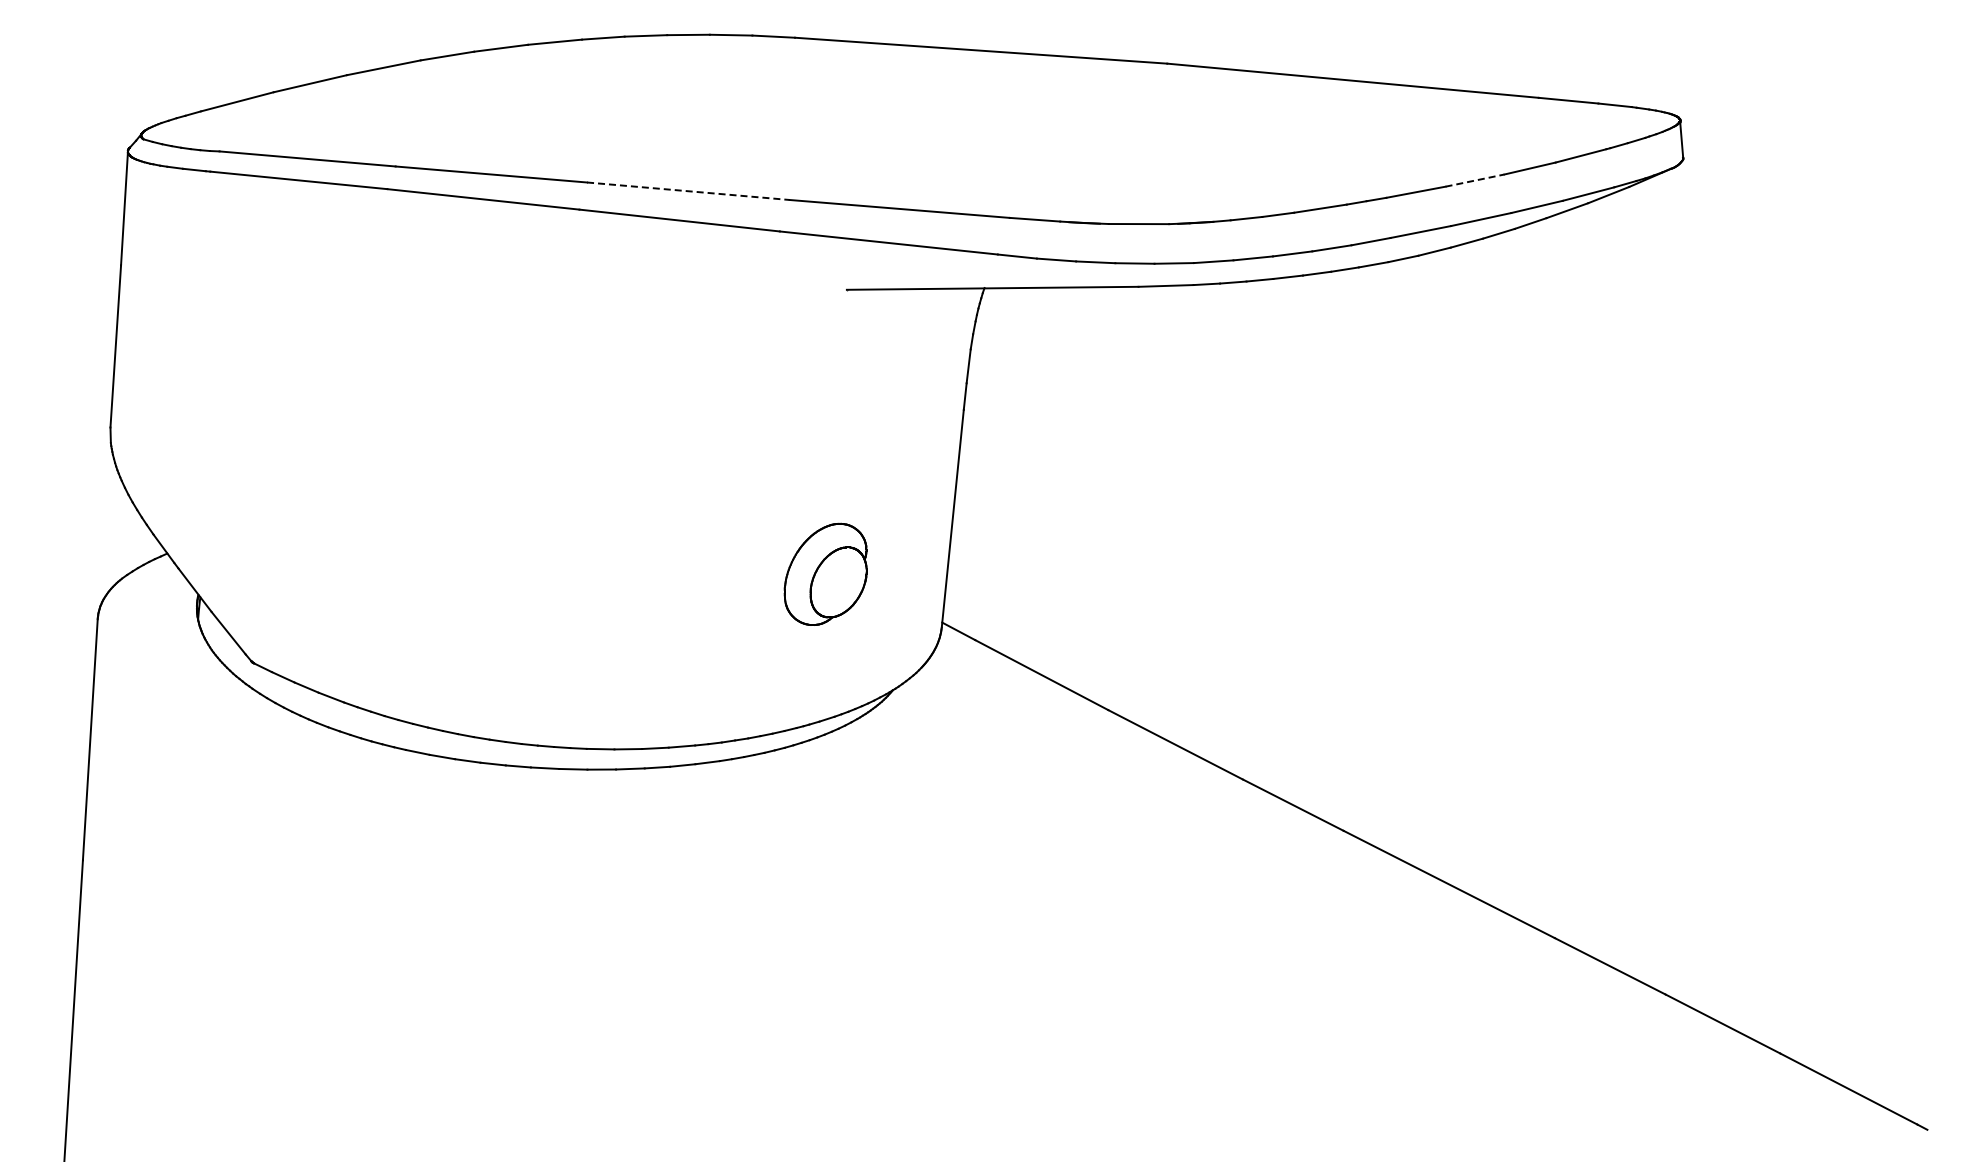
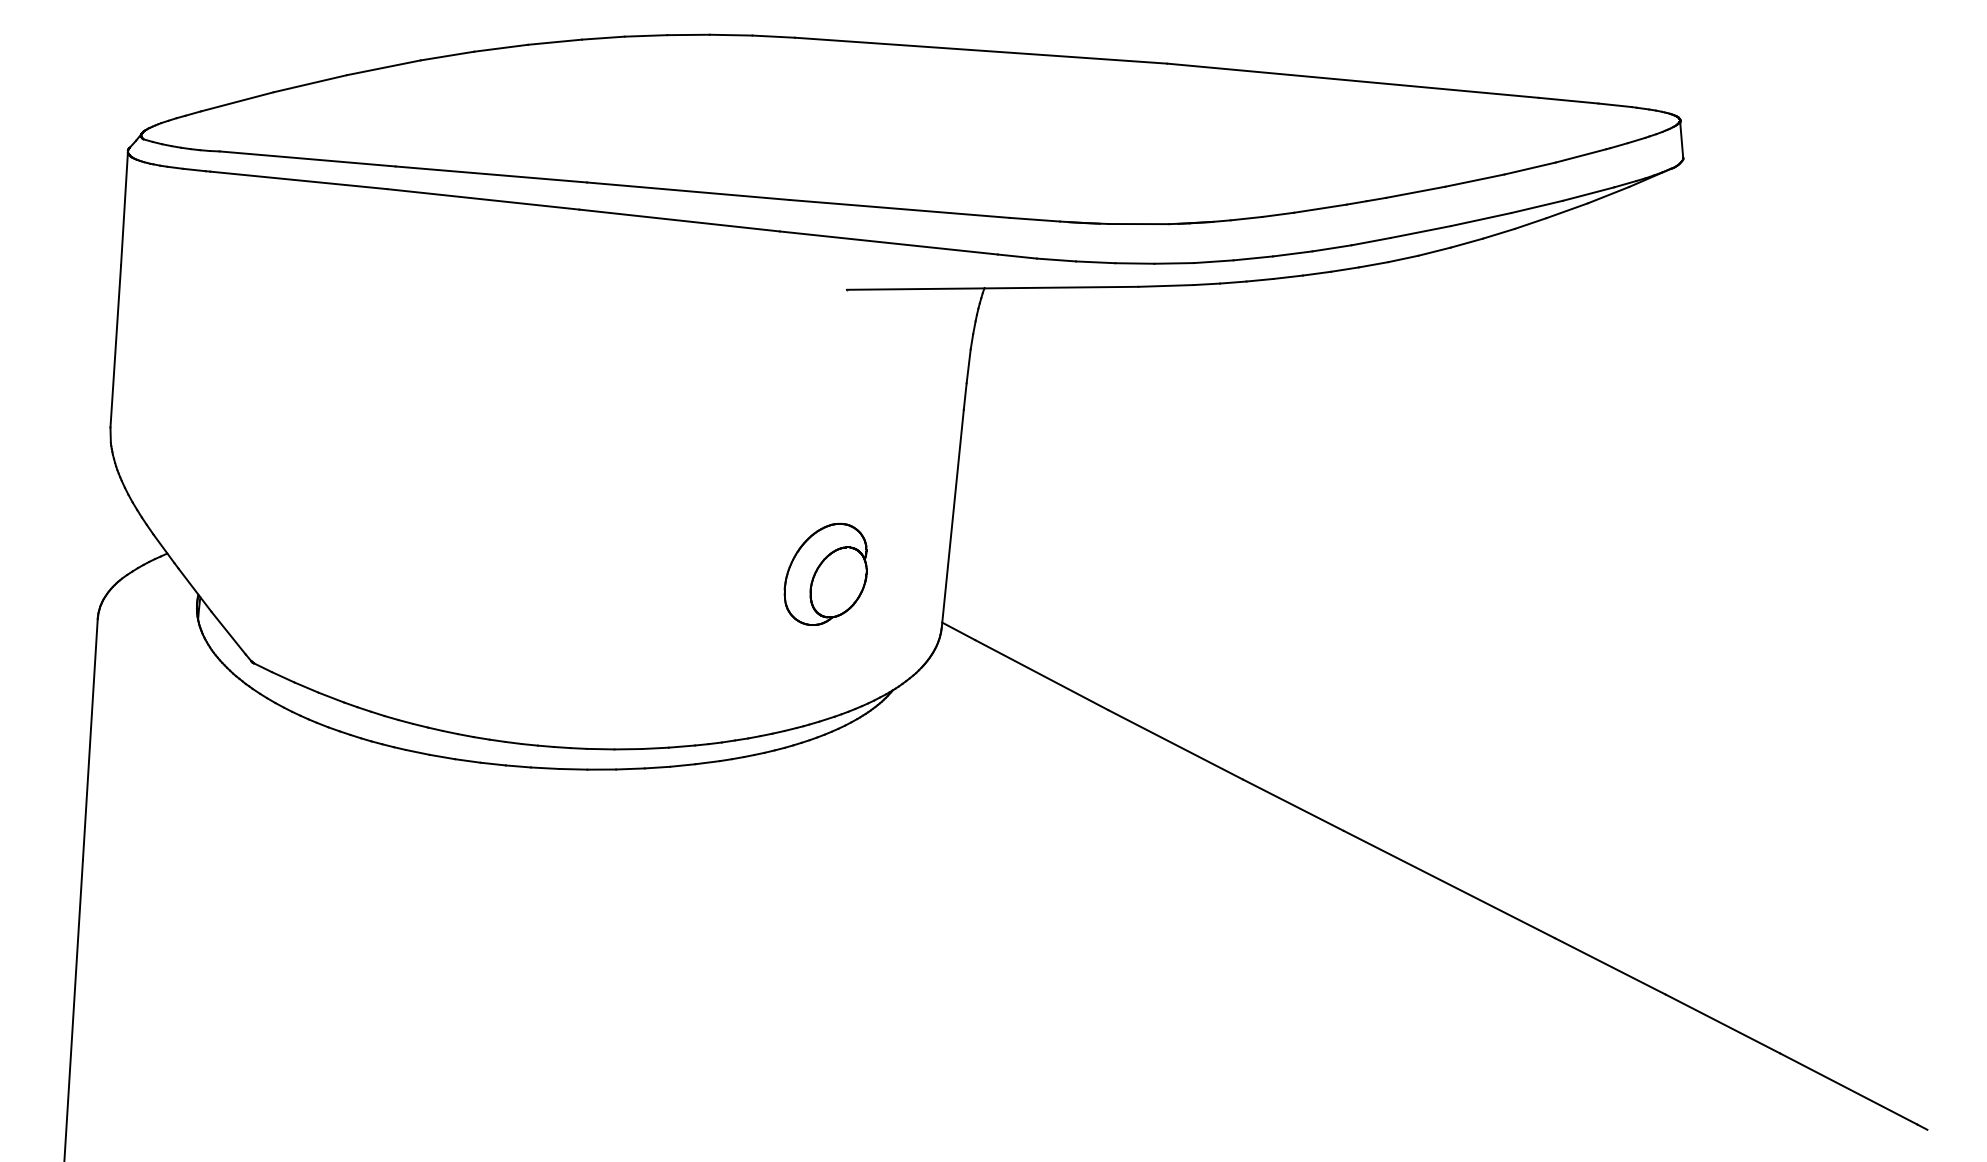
line at (1475, 180): dashed -> solid
line at (688, 191): dashed -> solid
